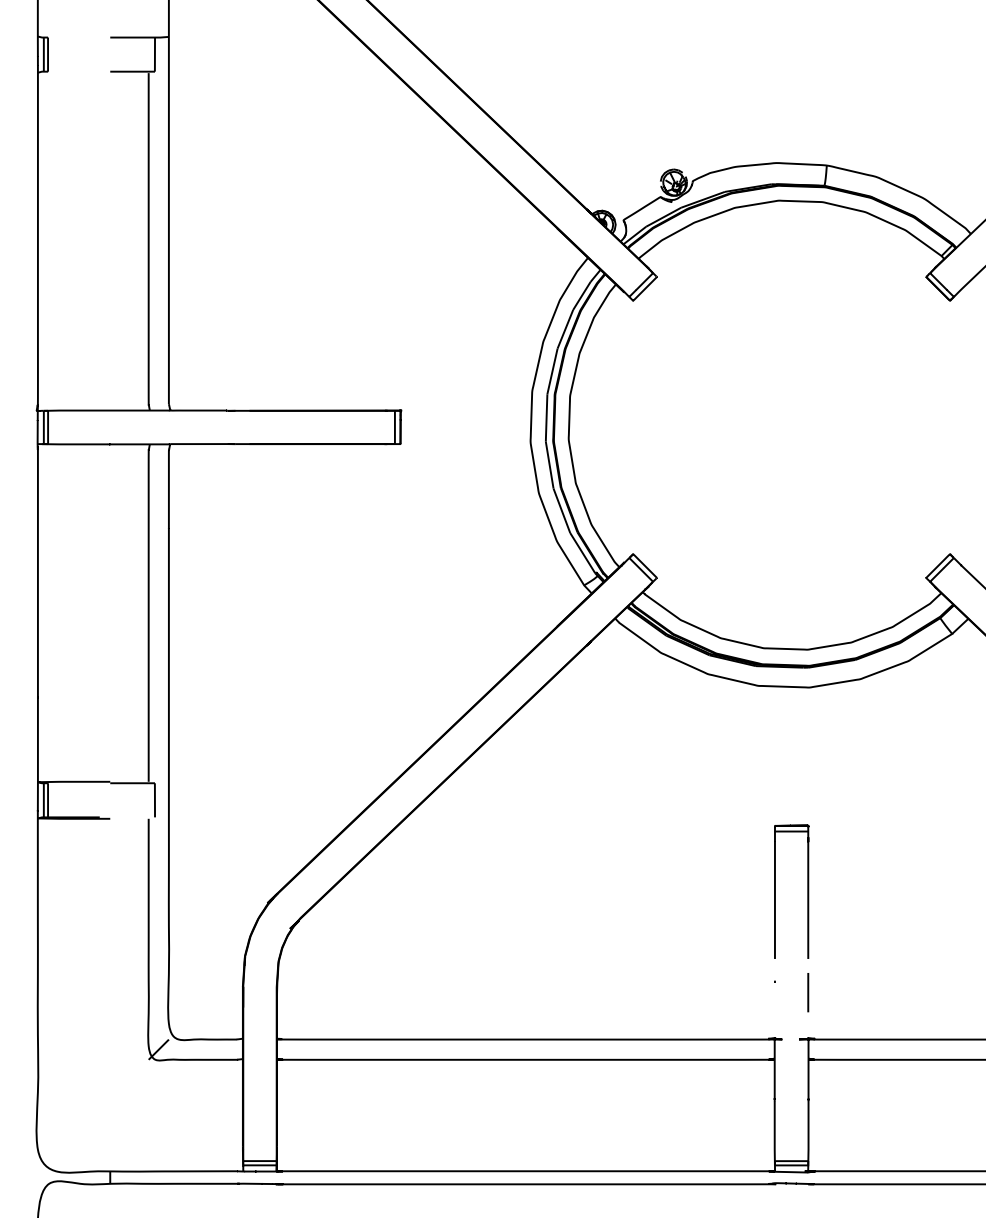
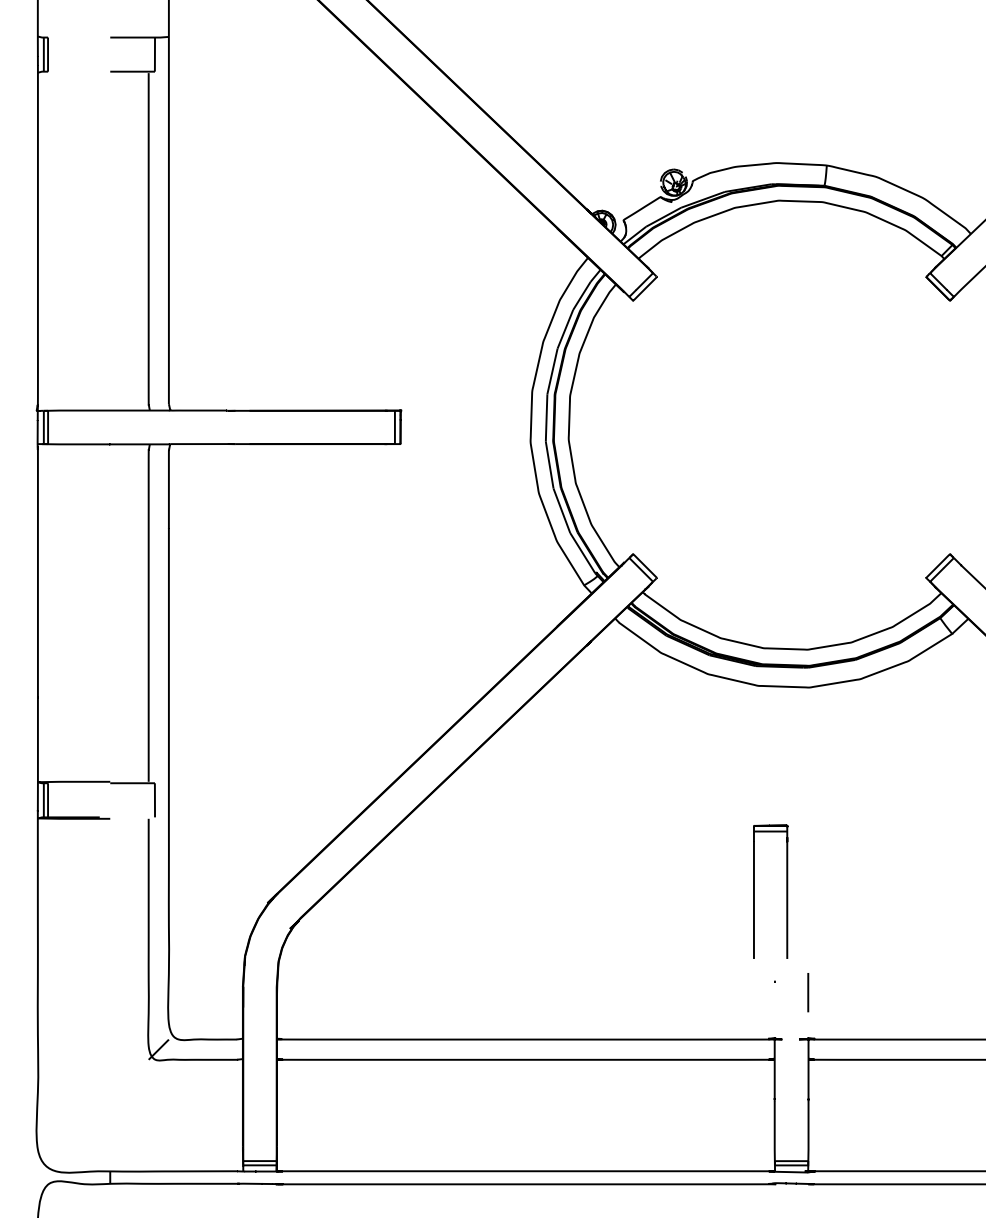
part at (775, 891) position: (775, 891) -> (754, 891)
